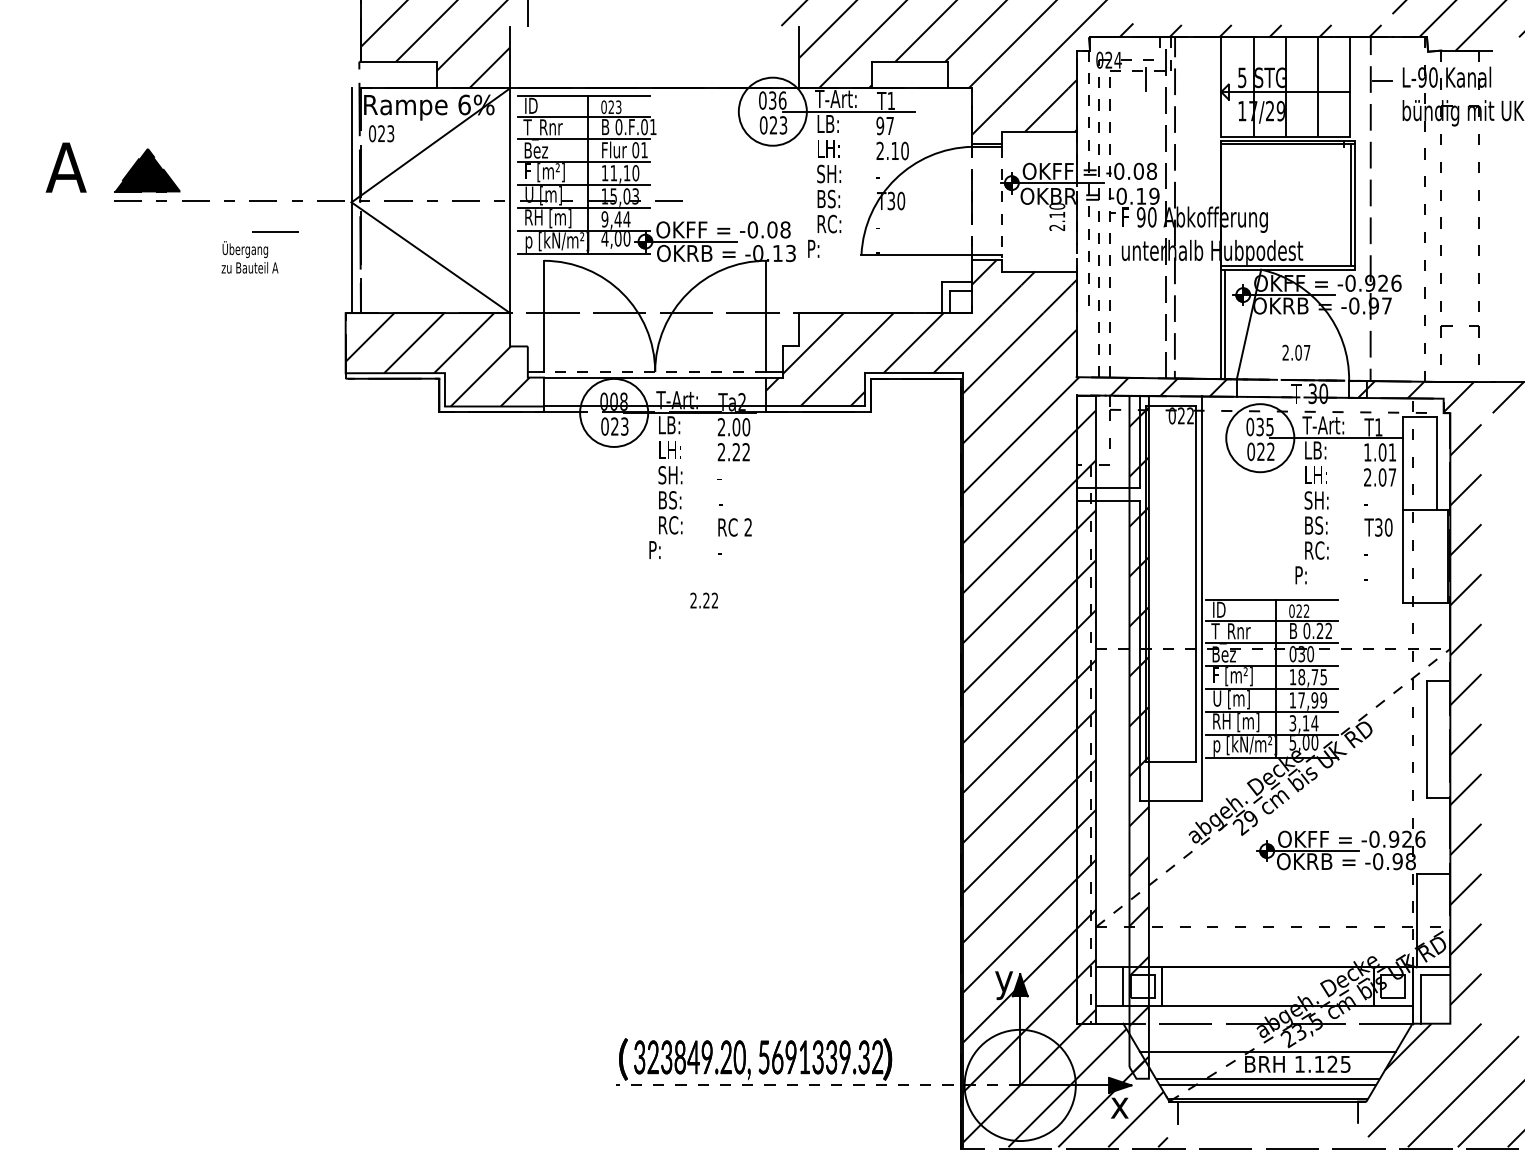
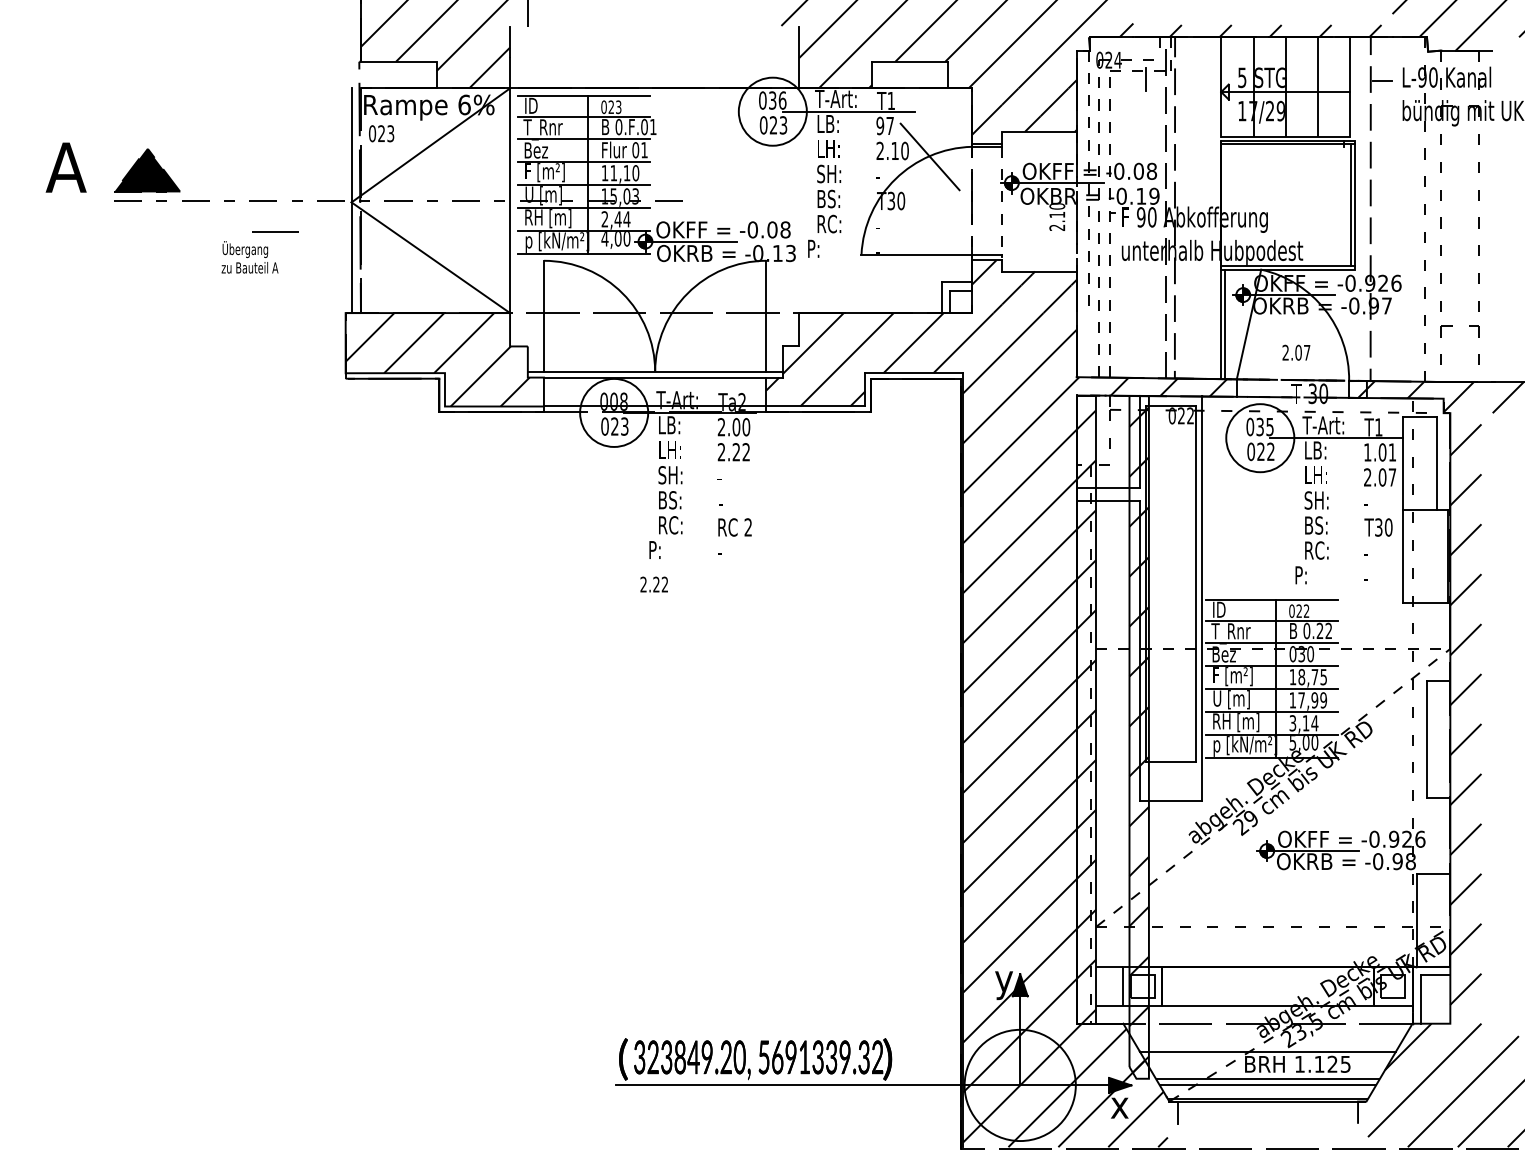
line at (929, 156): none -> present
text at (604, 219): 9,44 -> 2,44
line at (654, 372): dashed -> solid
text at (703, 600) position: (703, 600) -> (653, 584)
line at (817, 1085): dashed -> solid
